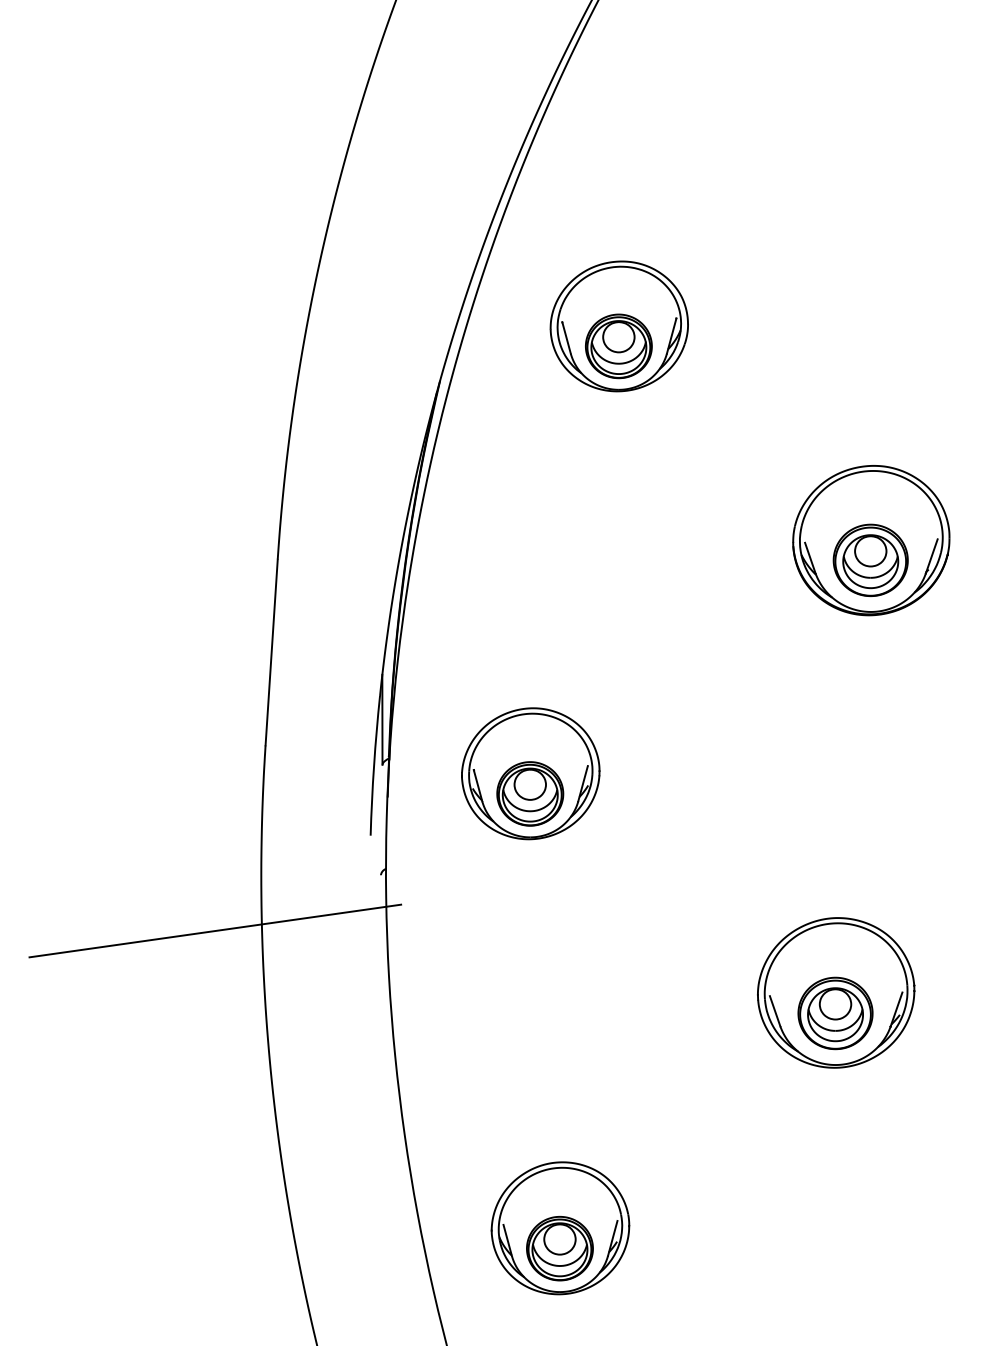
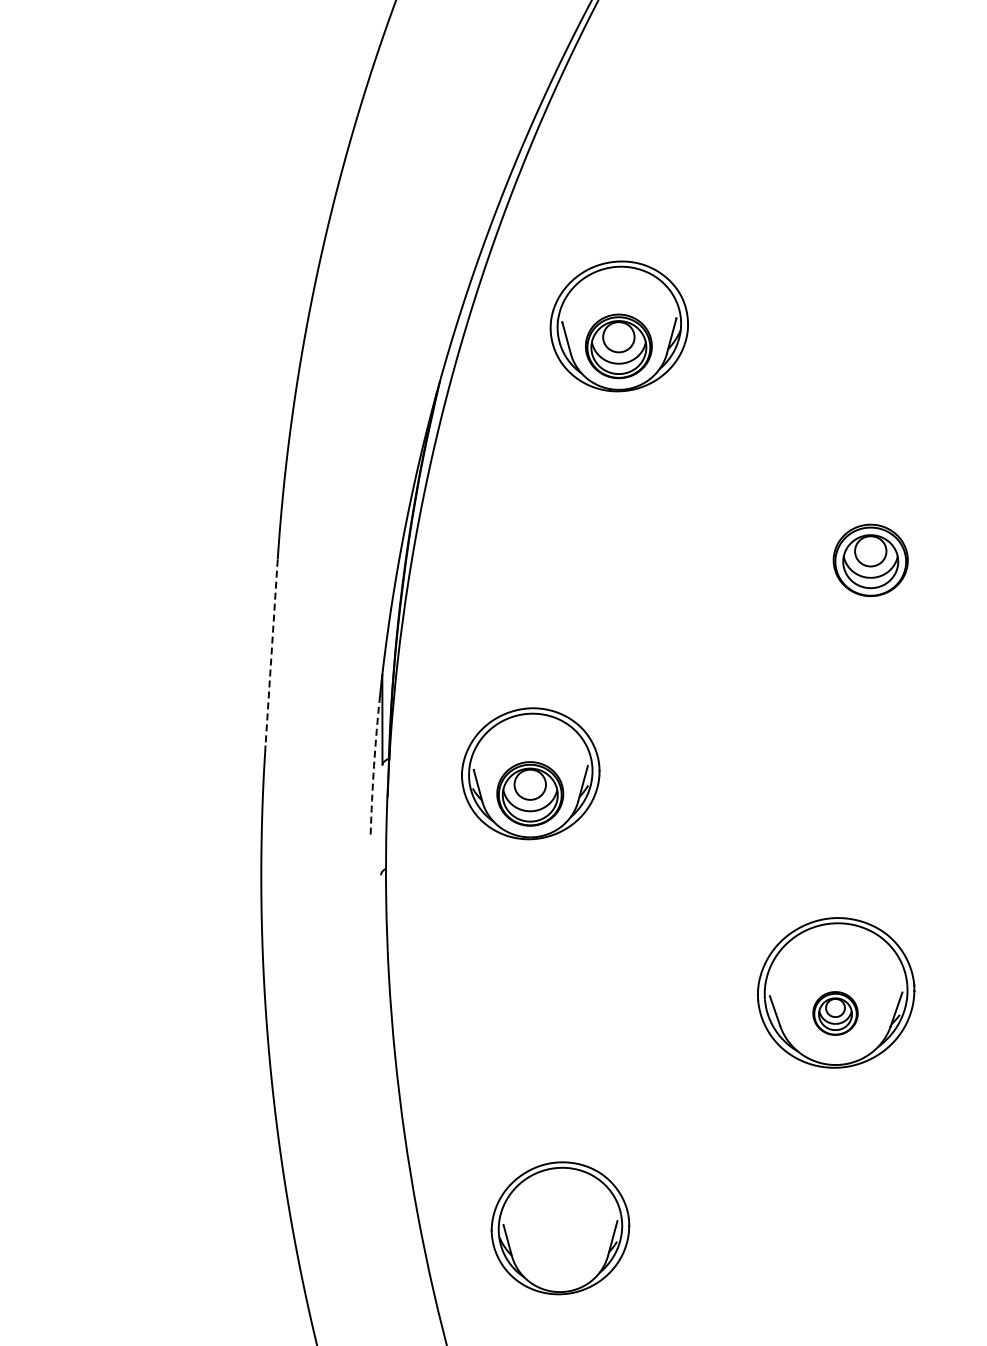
part at (871, 540): present -> none
line at (271, 653): solid -> dashed
arc at (374, 765): solid -> dashed
line at (215, 930): present -> none
part at (835, 1013) size: 77x75 px -> 47x45 px
part at (559, 1248): present -> none
